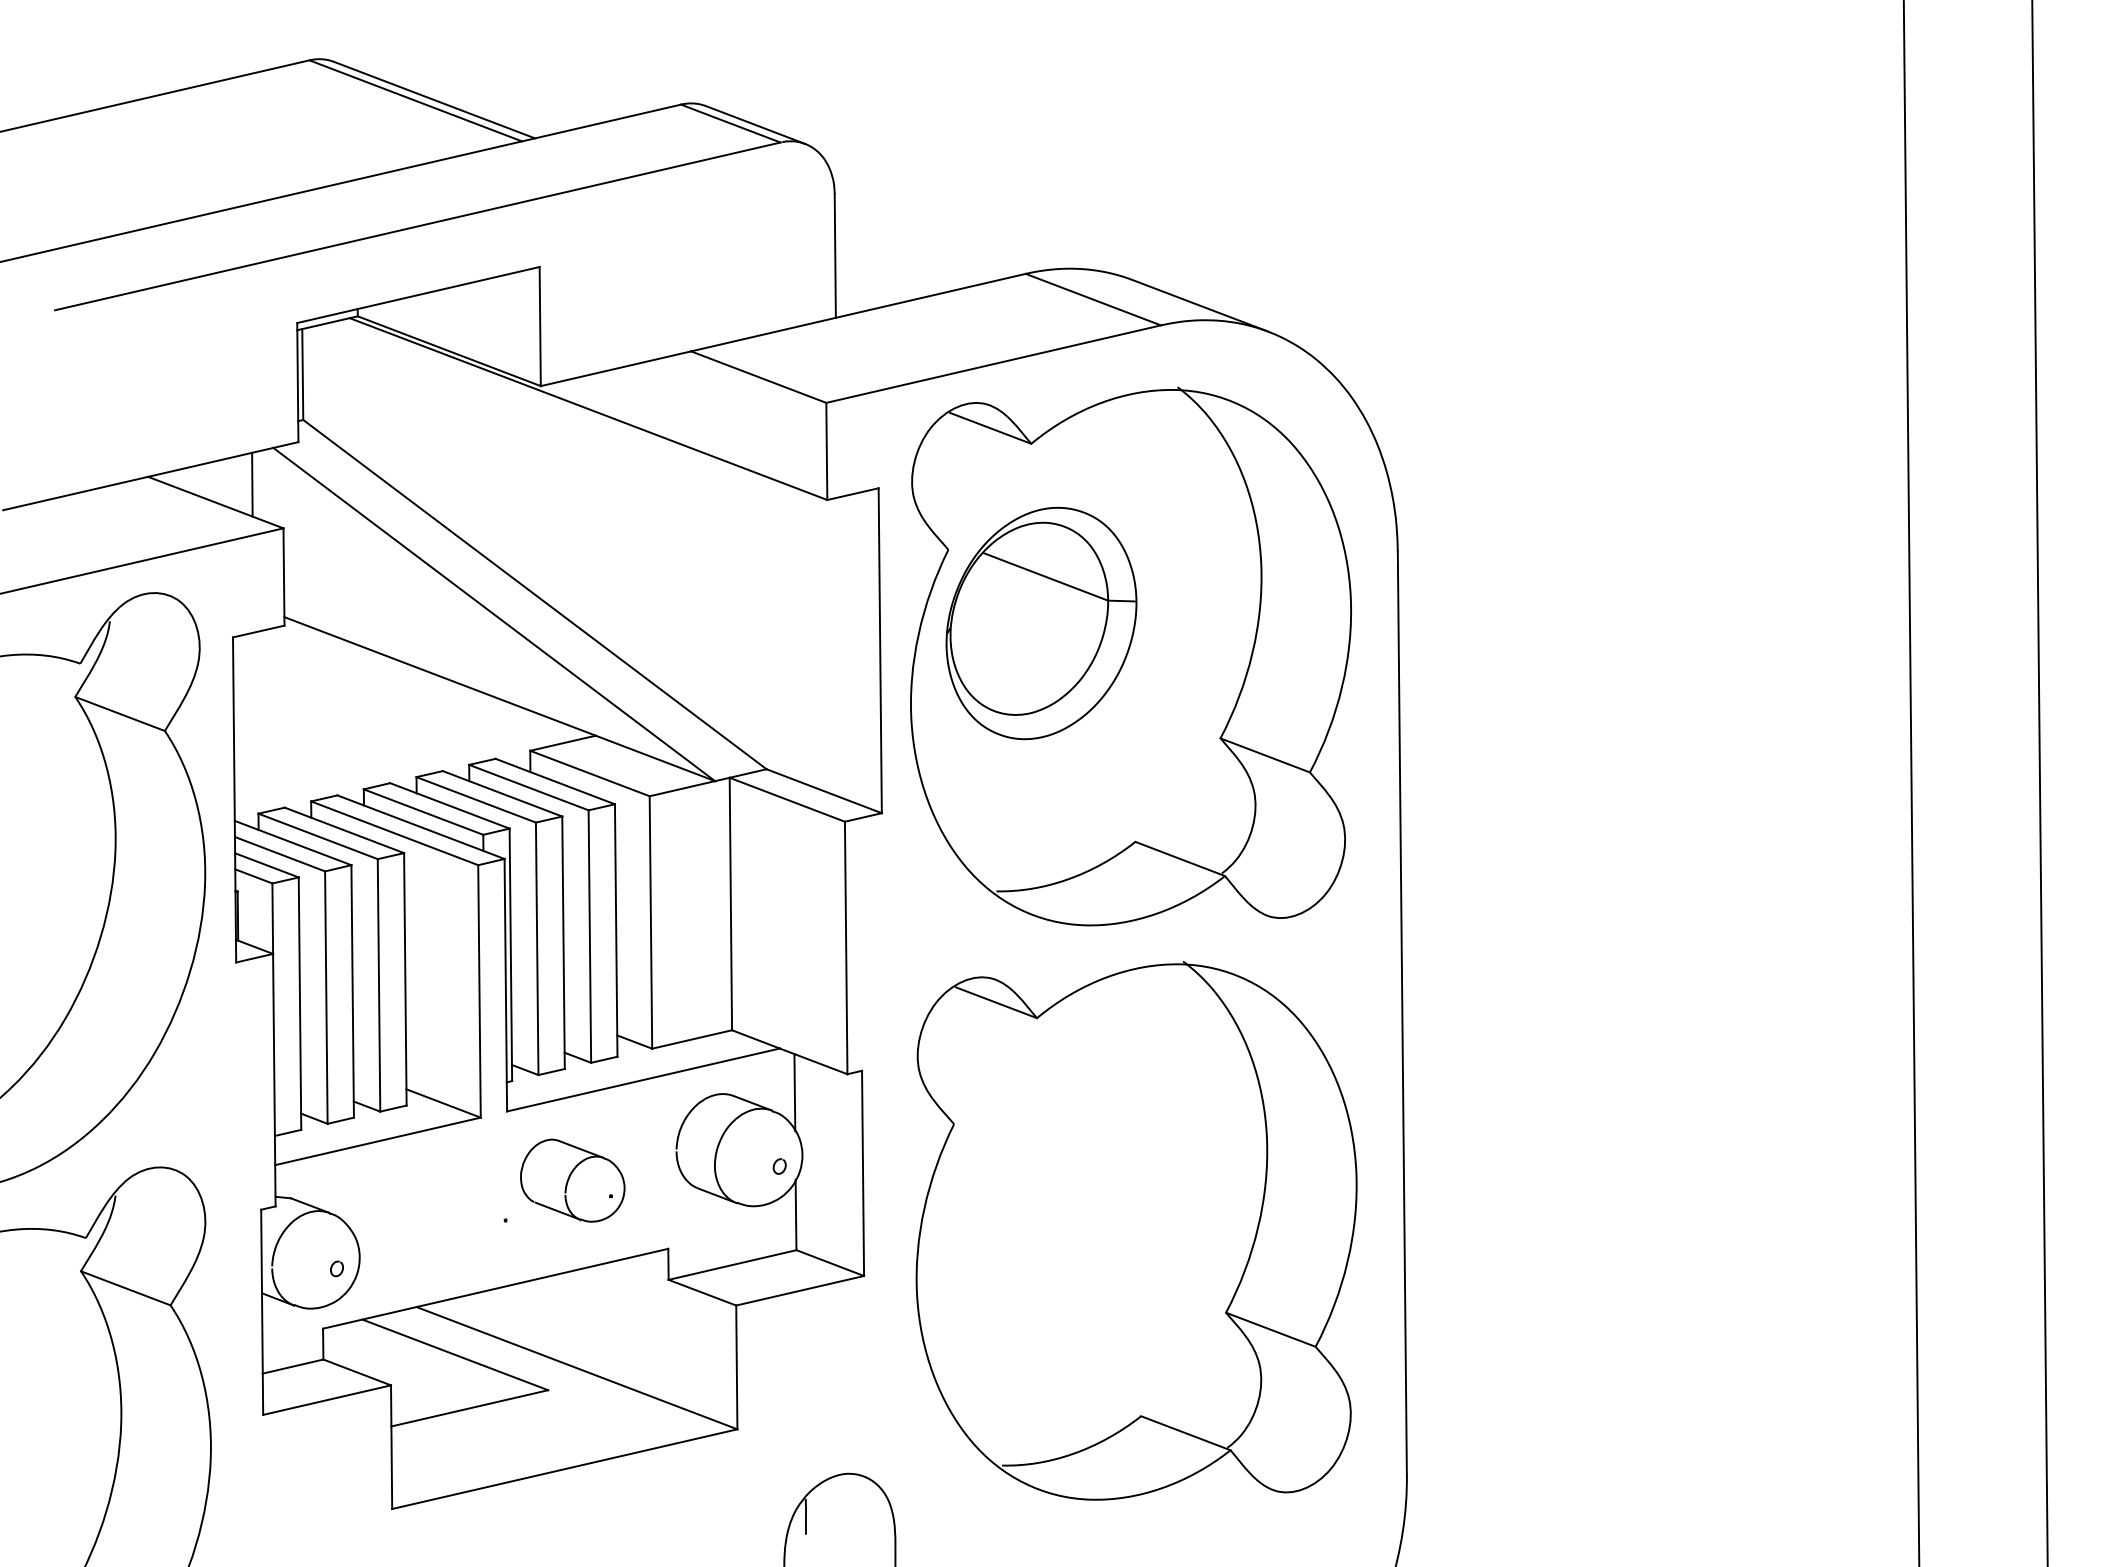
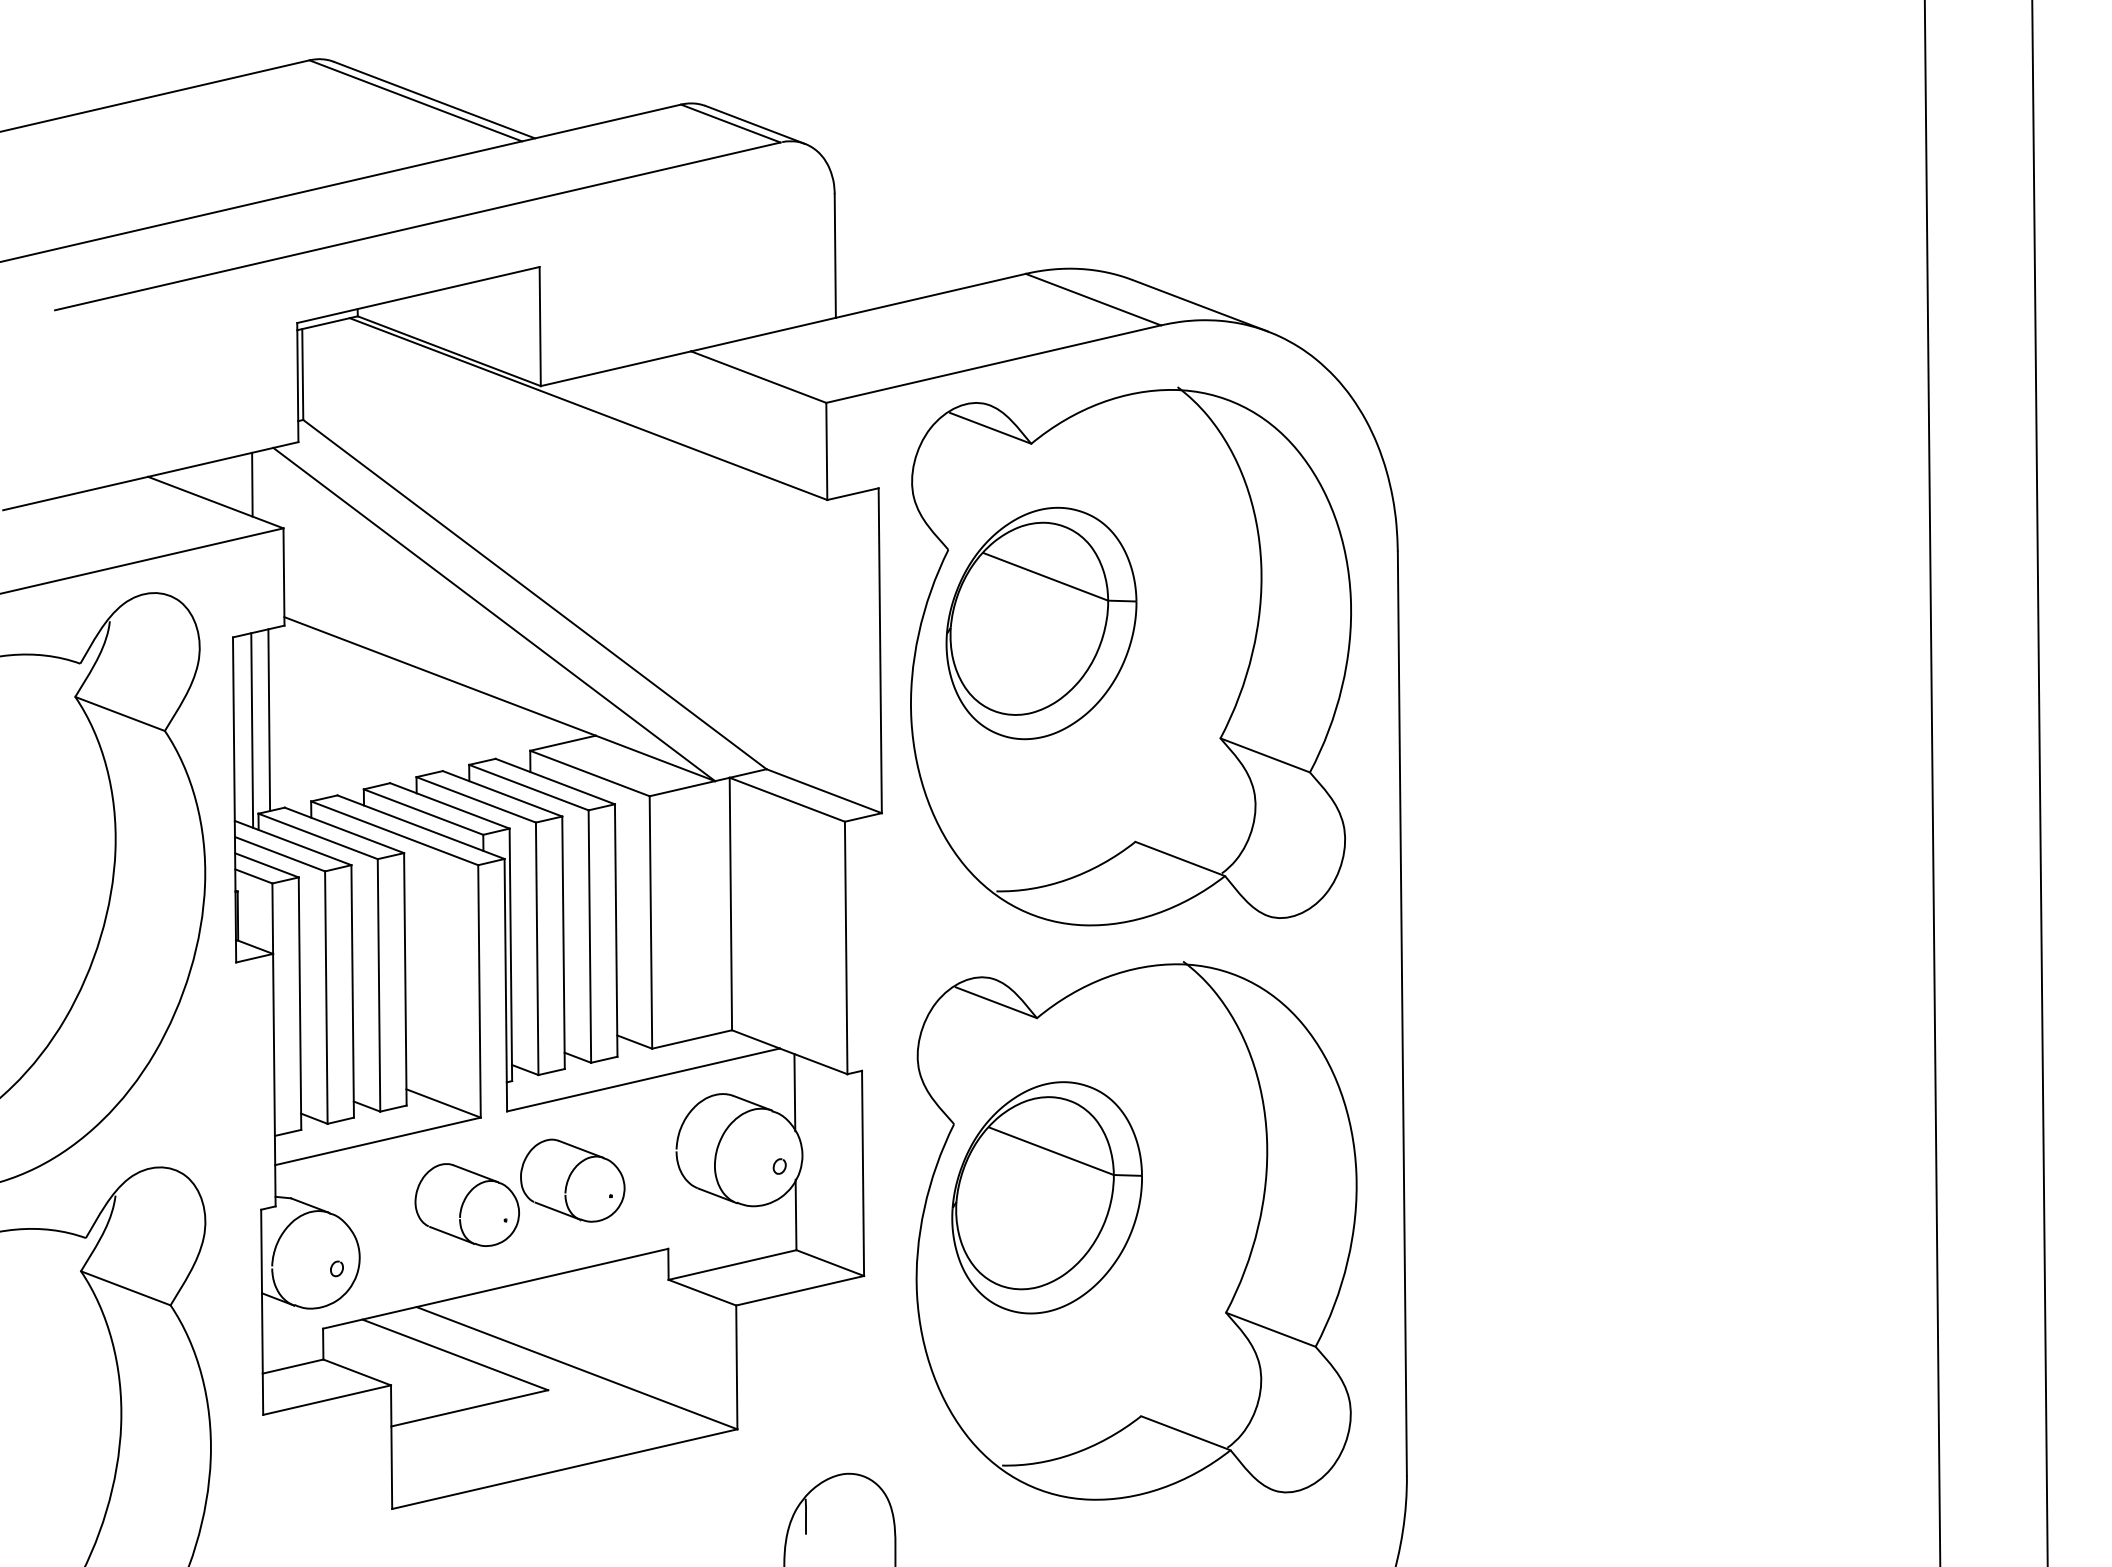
line at (269, 720): none -> present
line at (252, 730): none -> present
line at (1911, 782) position: (1911, 782) -> (1932, 782)
part at (1046, 1197): none -> present
part at (466, 1204): none -> present
